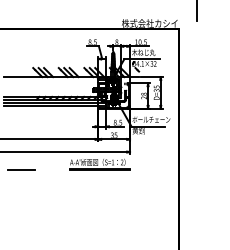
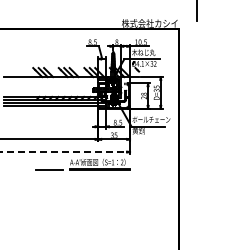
line at (64, 152): solid -> dashed
line at (21, 169) position: (21, 169) -> (49, 169)
